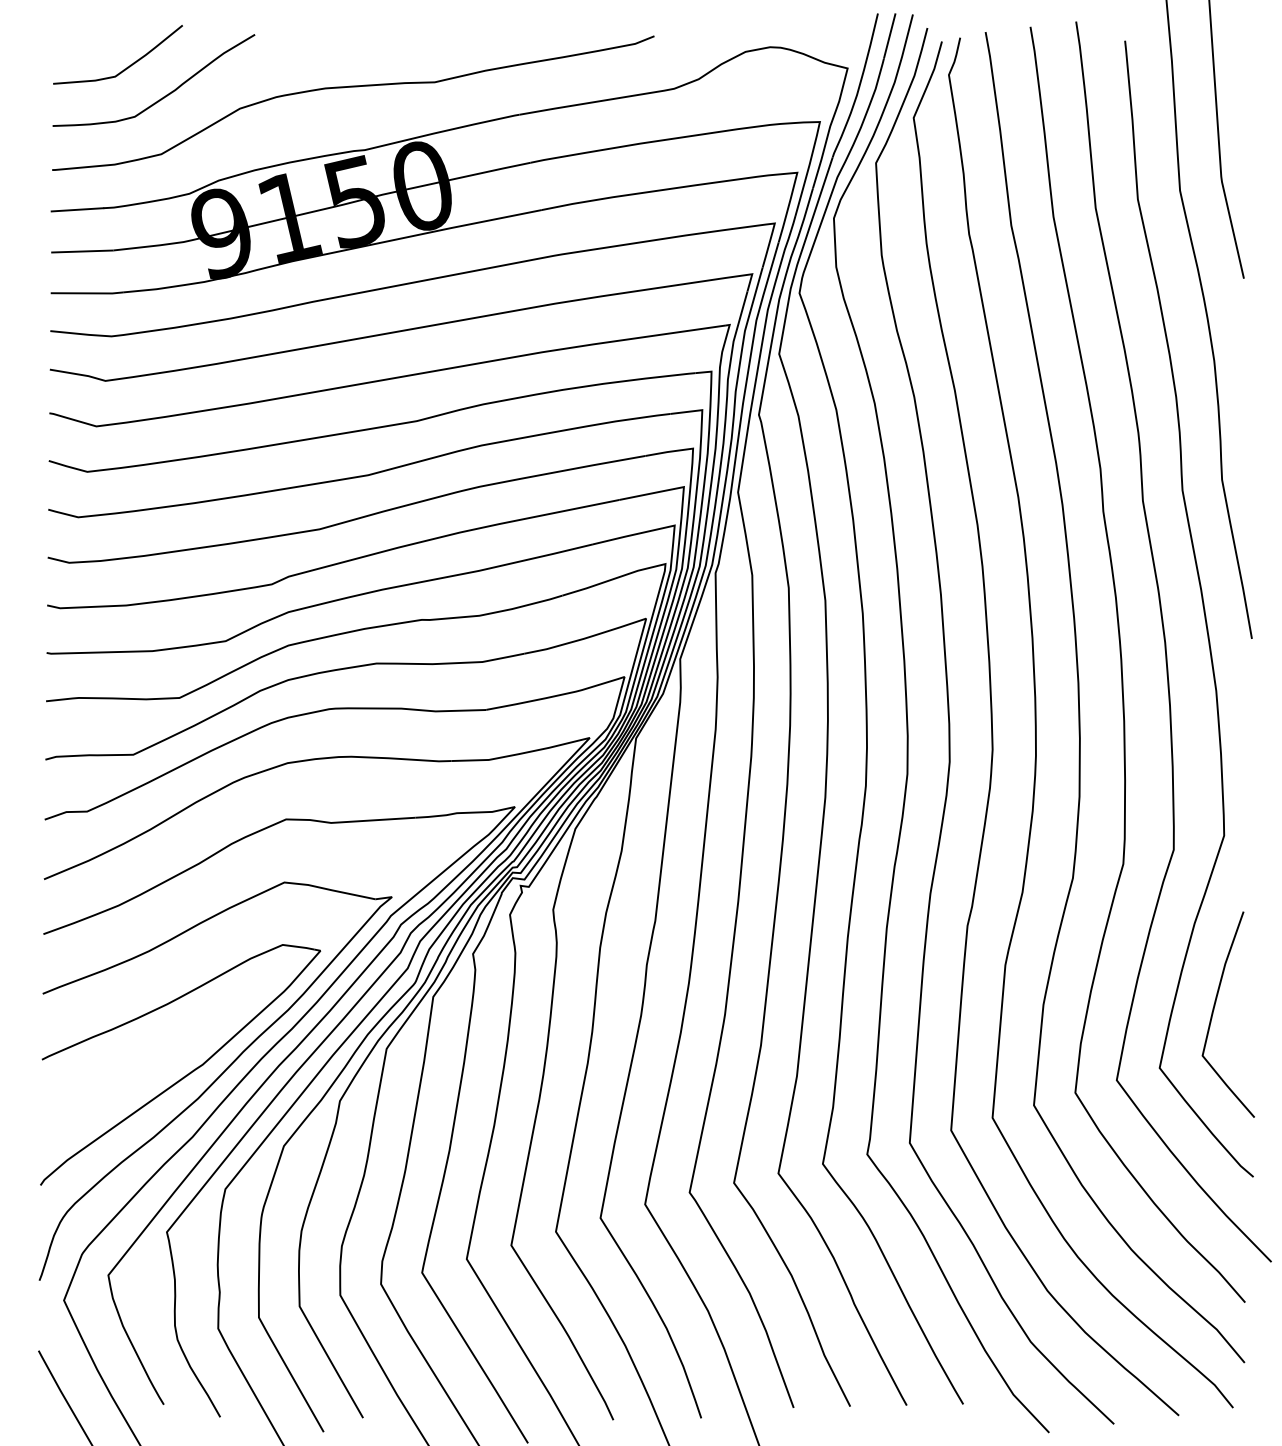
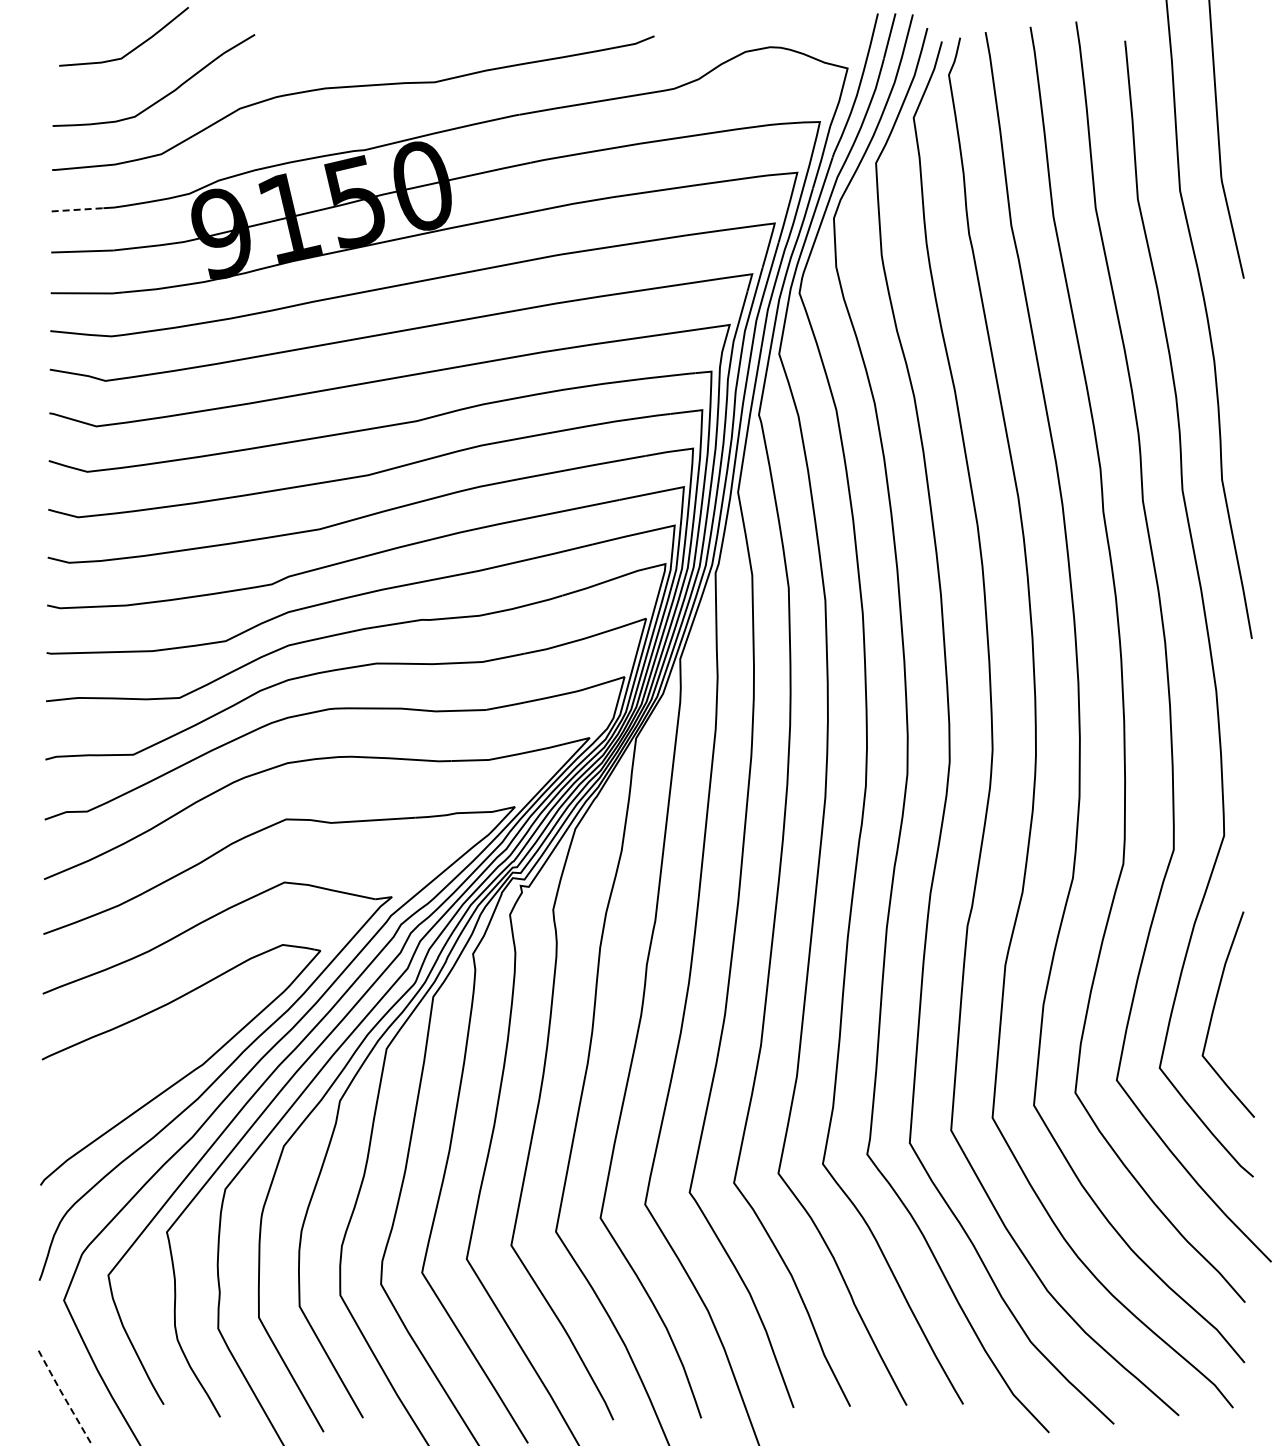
curve at (127, 66) position: (127, 66) -> (133, 48)
line at (77, 209): solid -> dashed
line at (64, 1397): solid -> dashed
